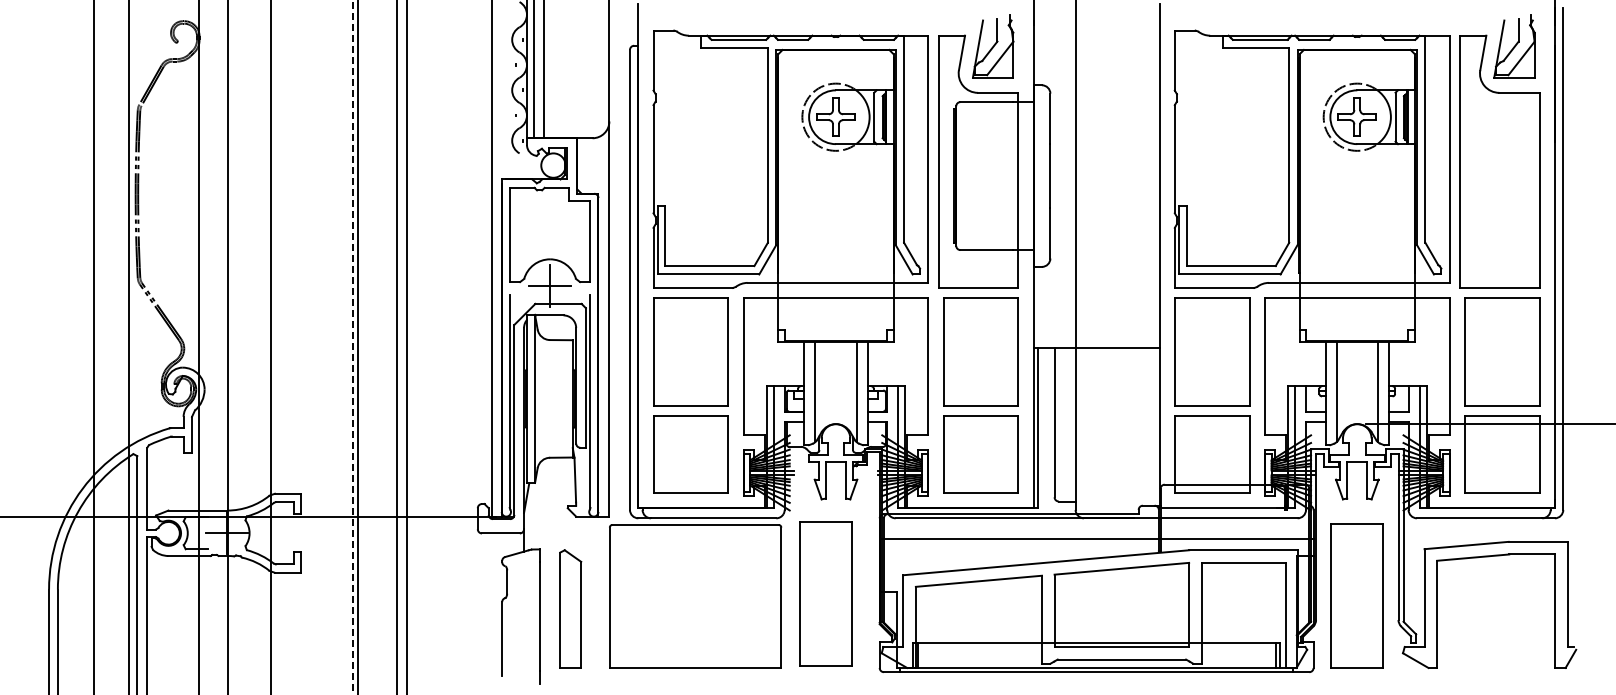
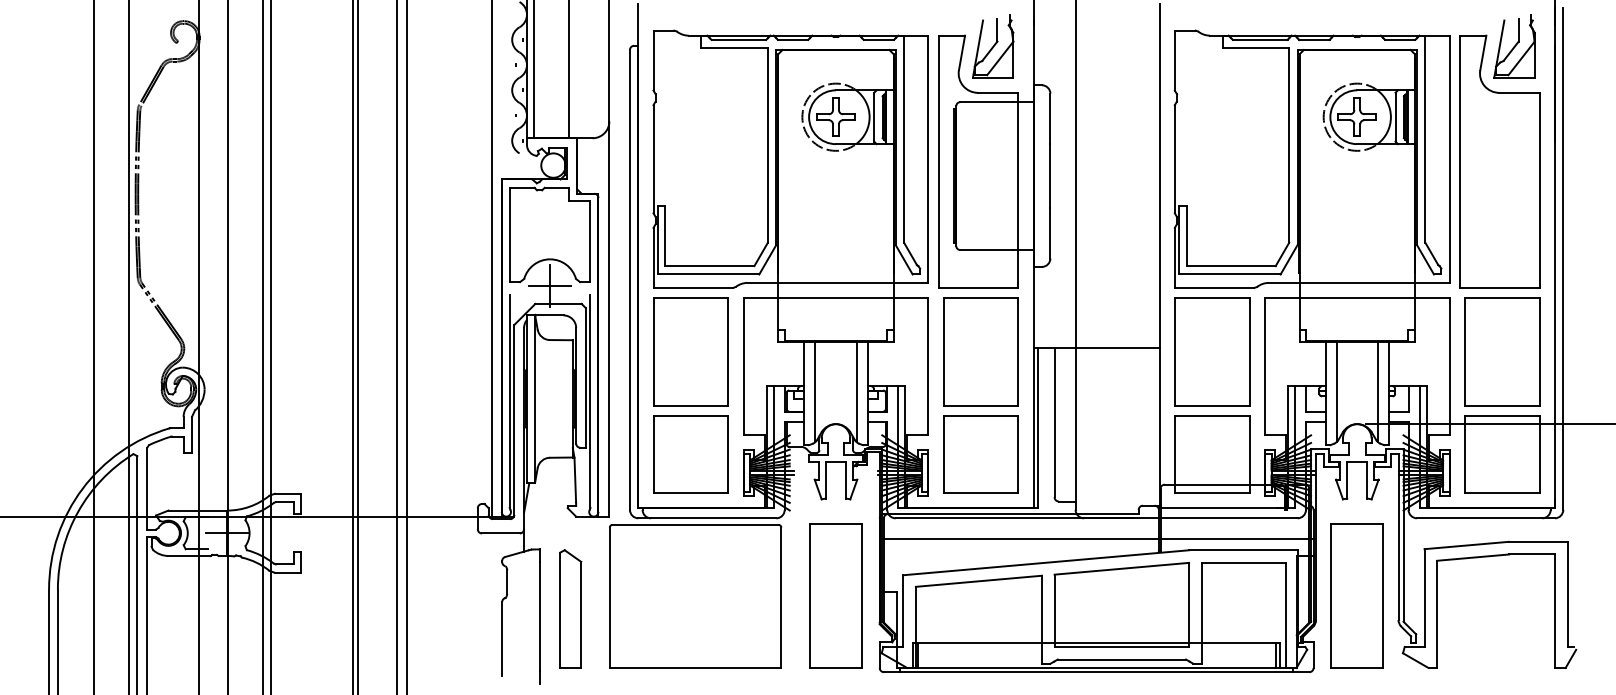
line at (544, 70) position: (544, 70) -> (569, 70)
line at (262, 346): none -> present
line at (352, 347): dashed -> solid
part at (825, 593) position: (825, 593) -> (835, 595)
